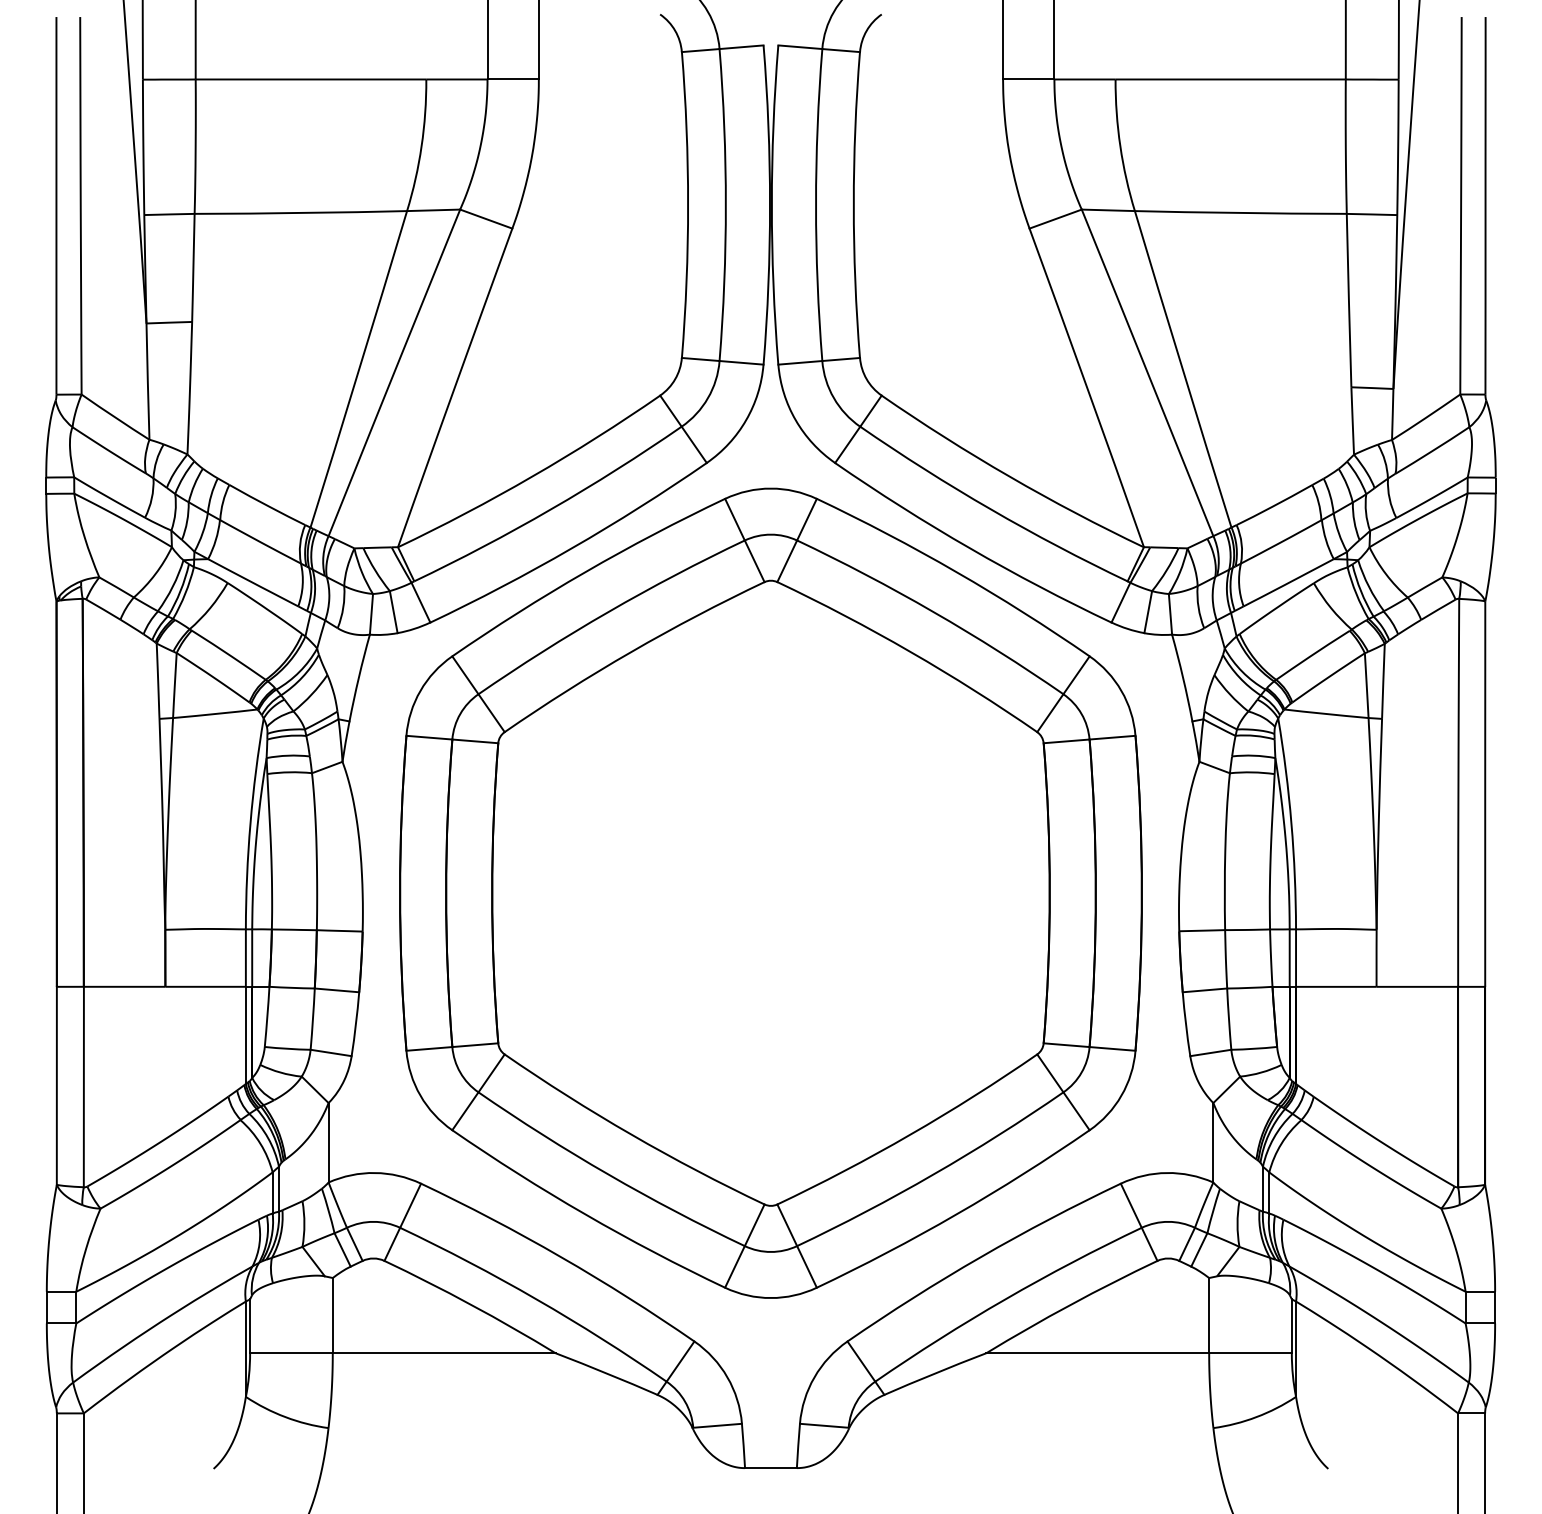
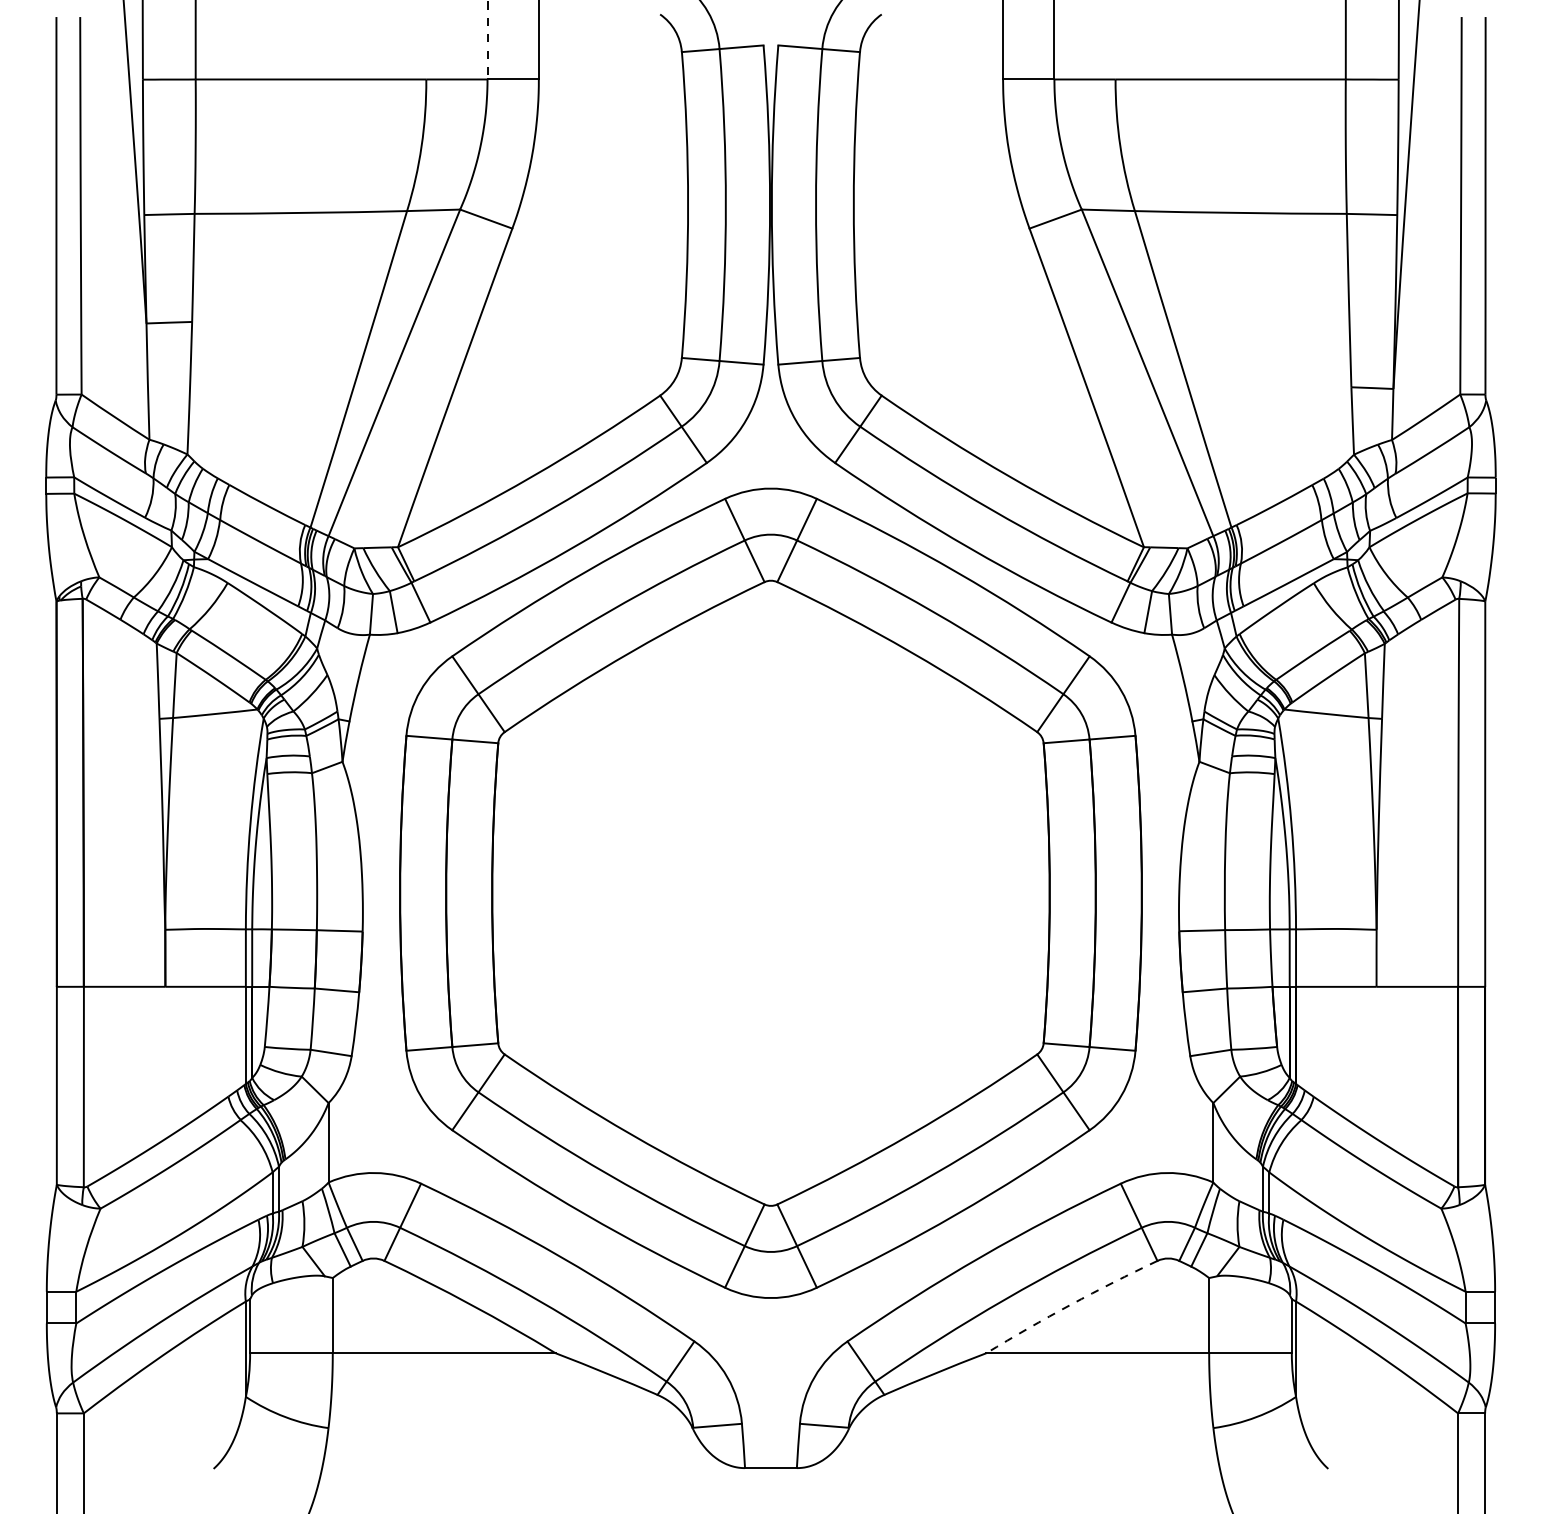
line at (487, 40): solid -> dashed
arc at (1070, 1304): solid -> dashed
